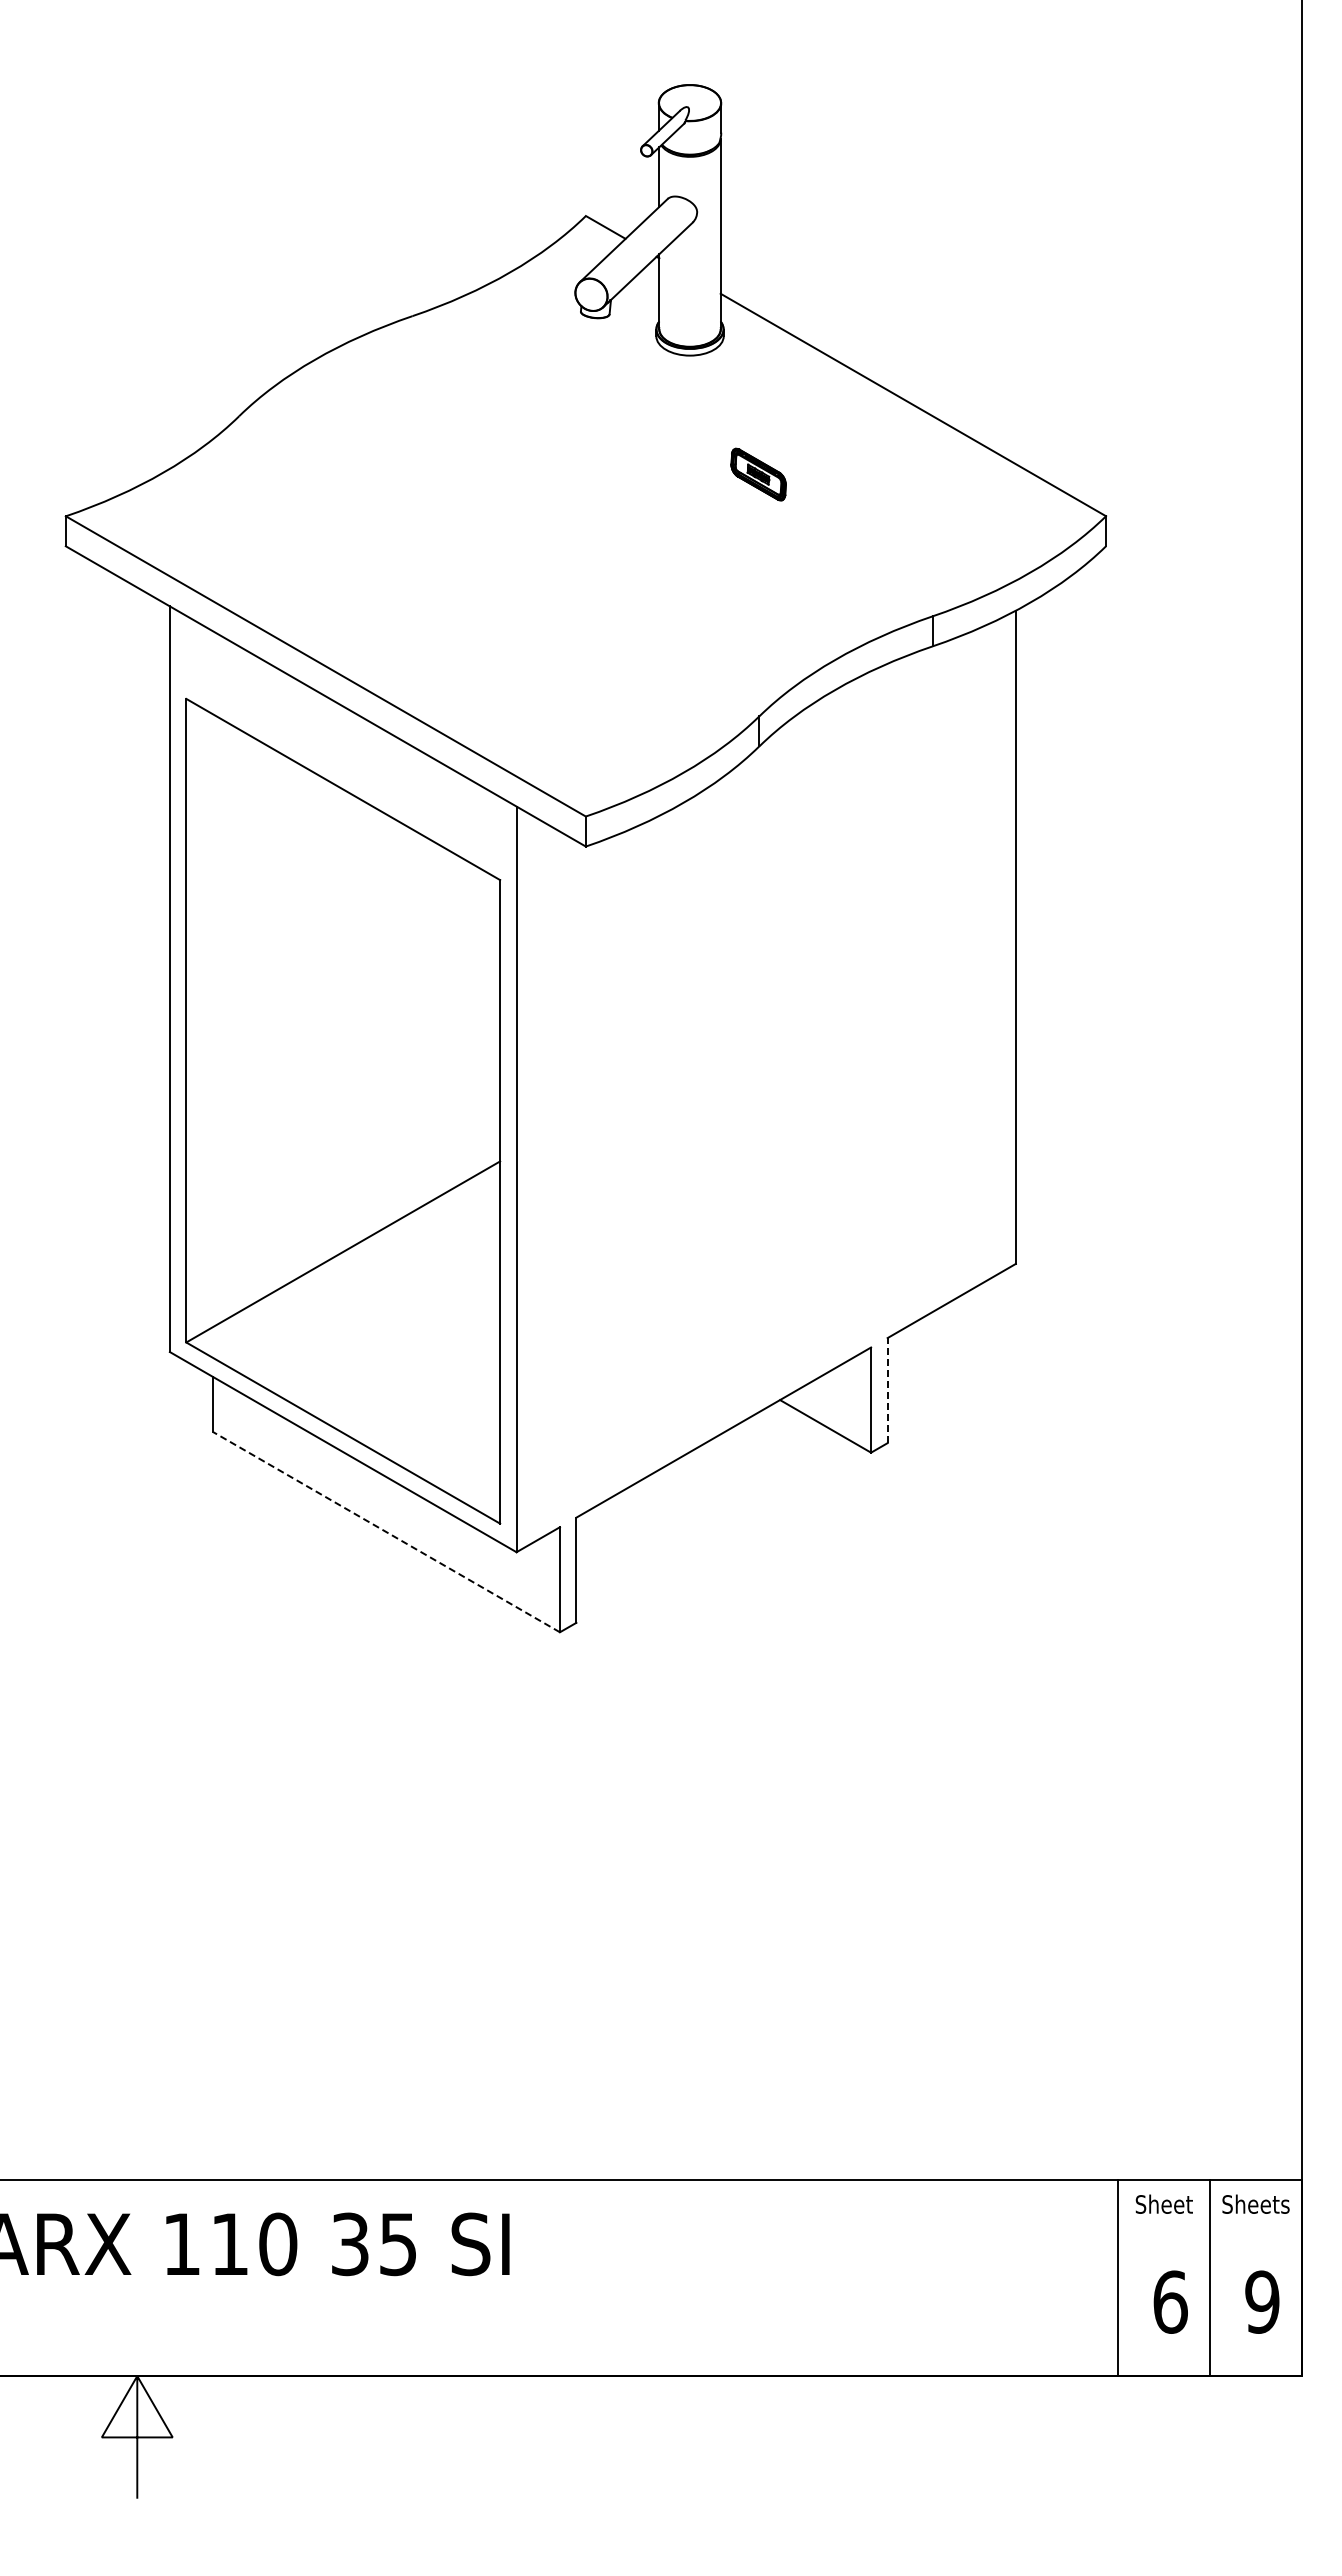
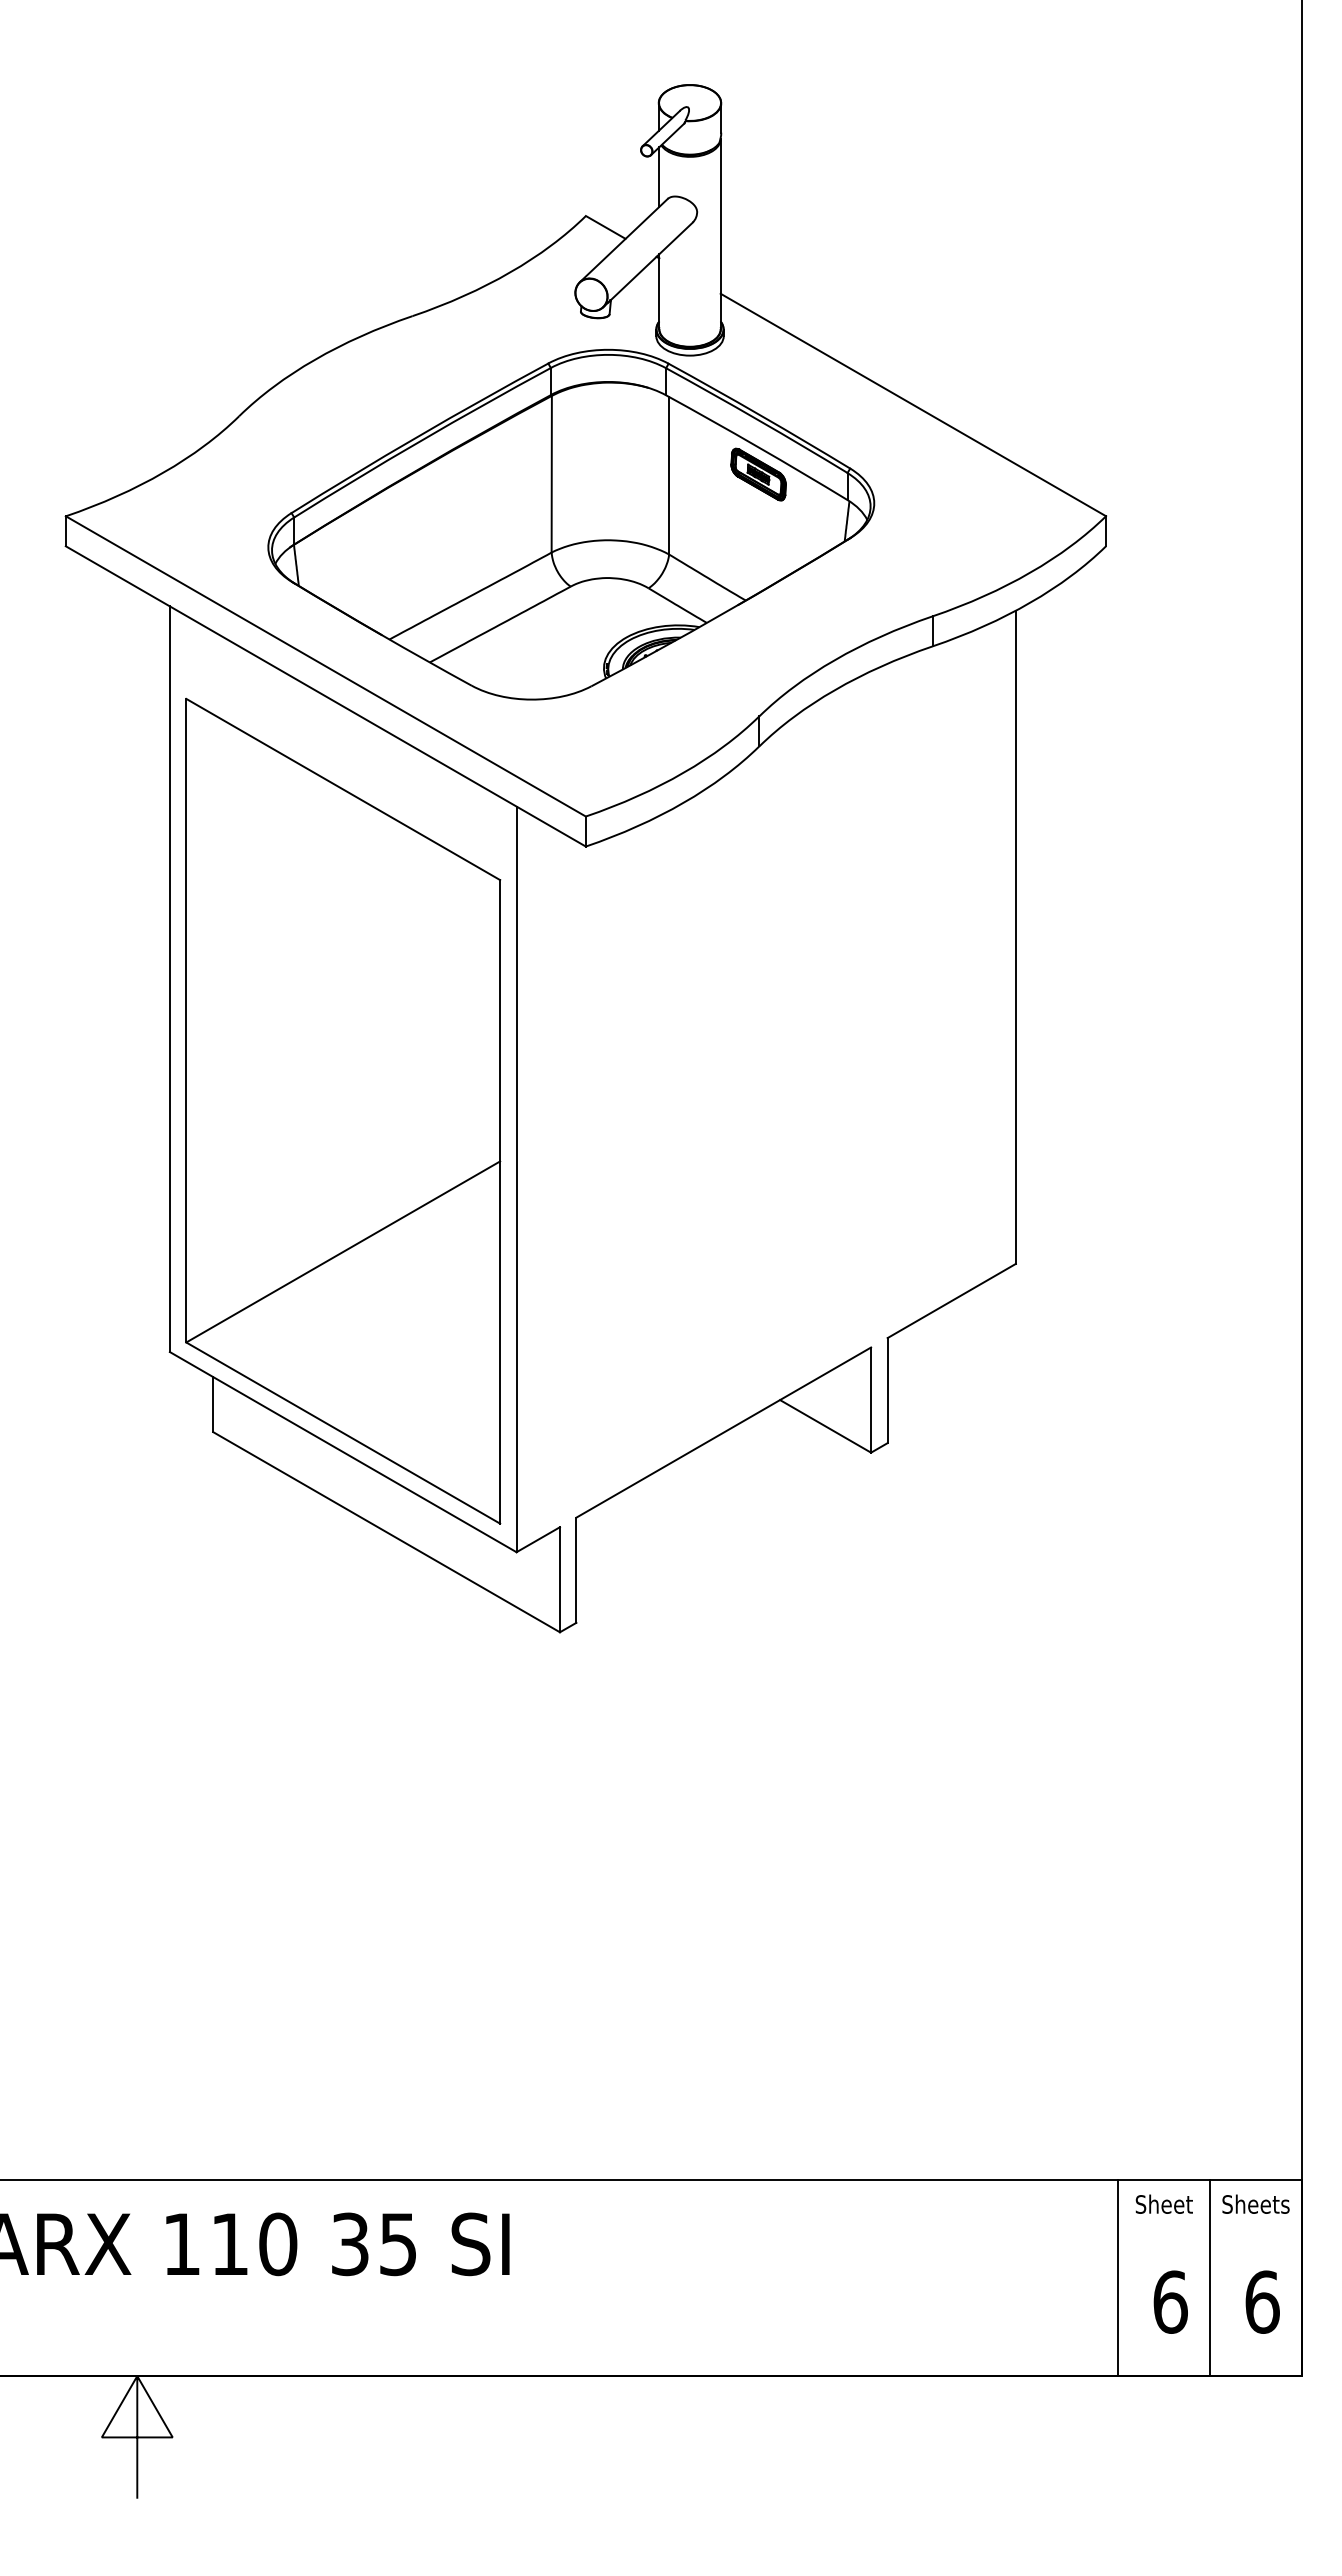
part at (571, 524): none -> present
line at (887, 1390): dashed -> solid
line at (386, 1531): dashed -> solid
text at (1262, 2301): 9 -> 6
